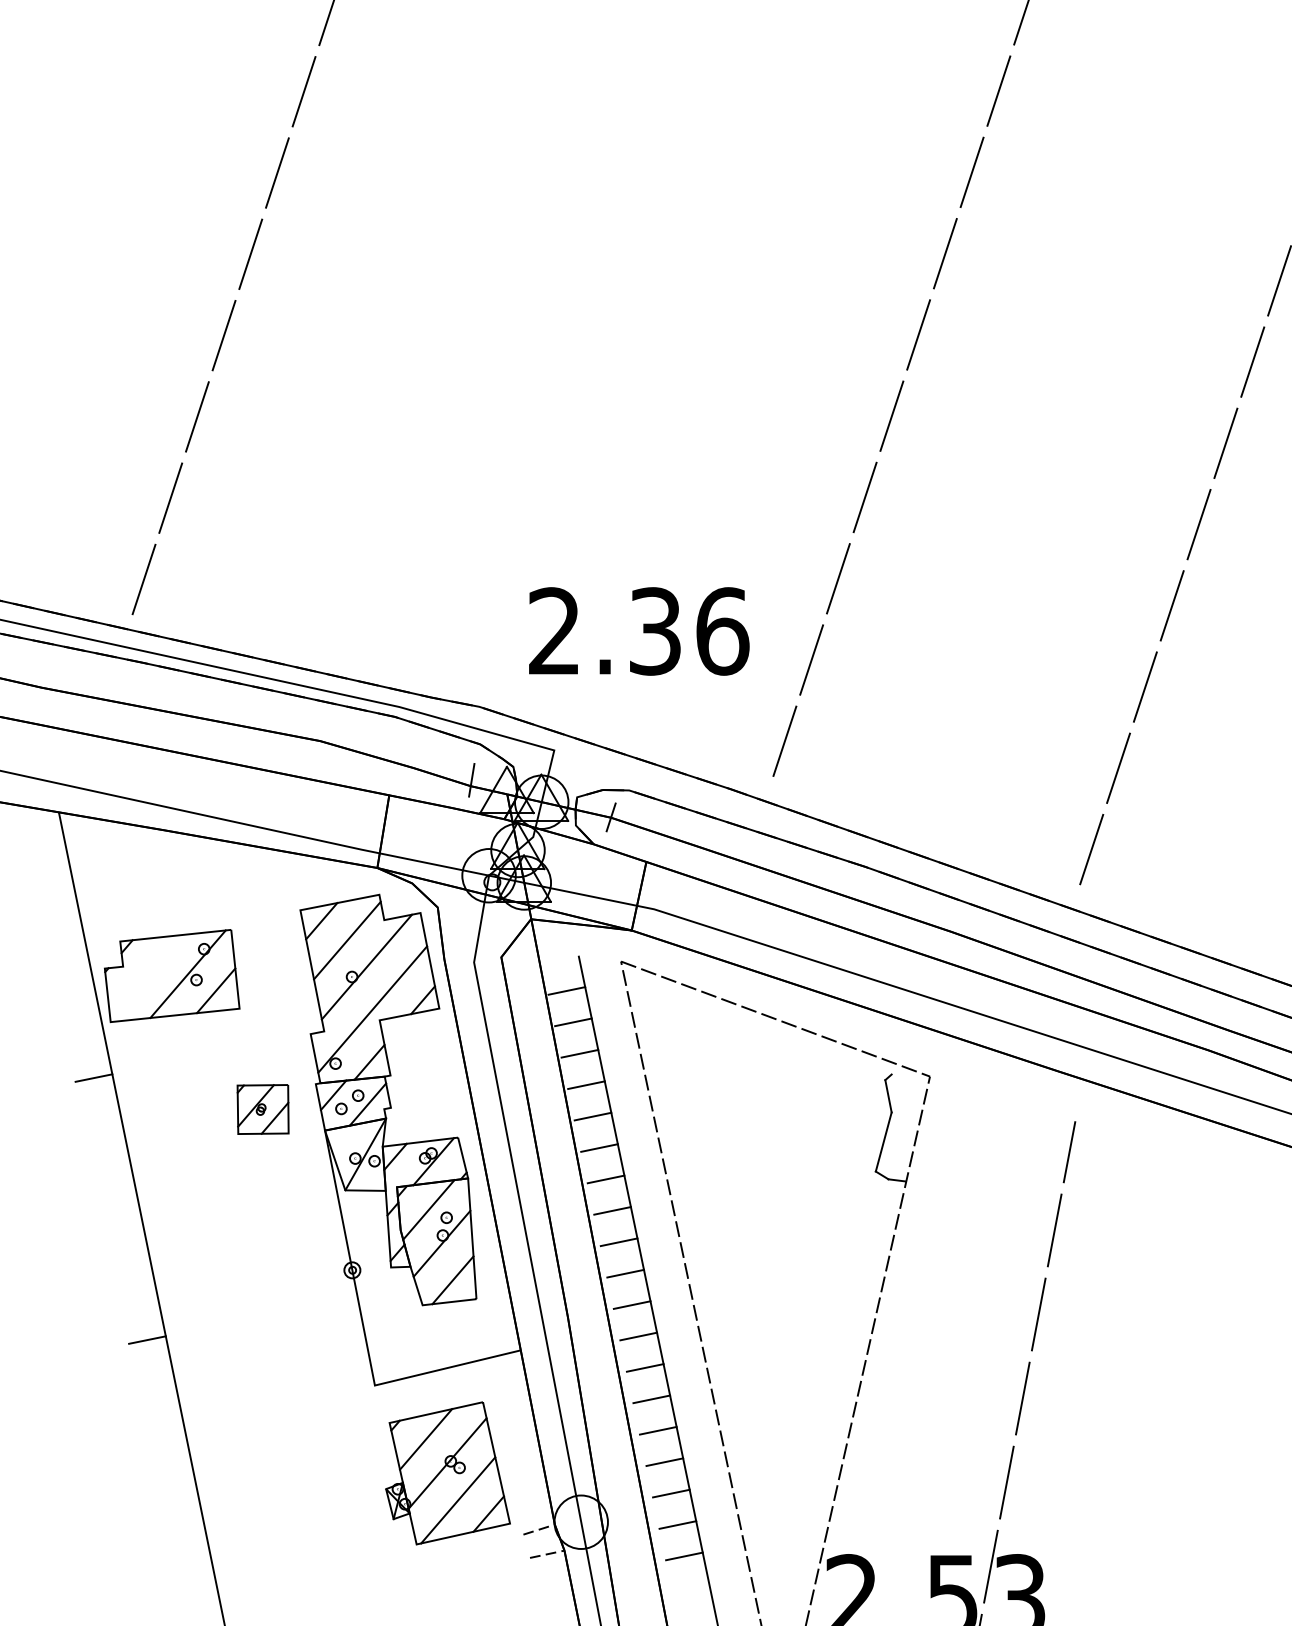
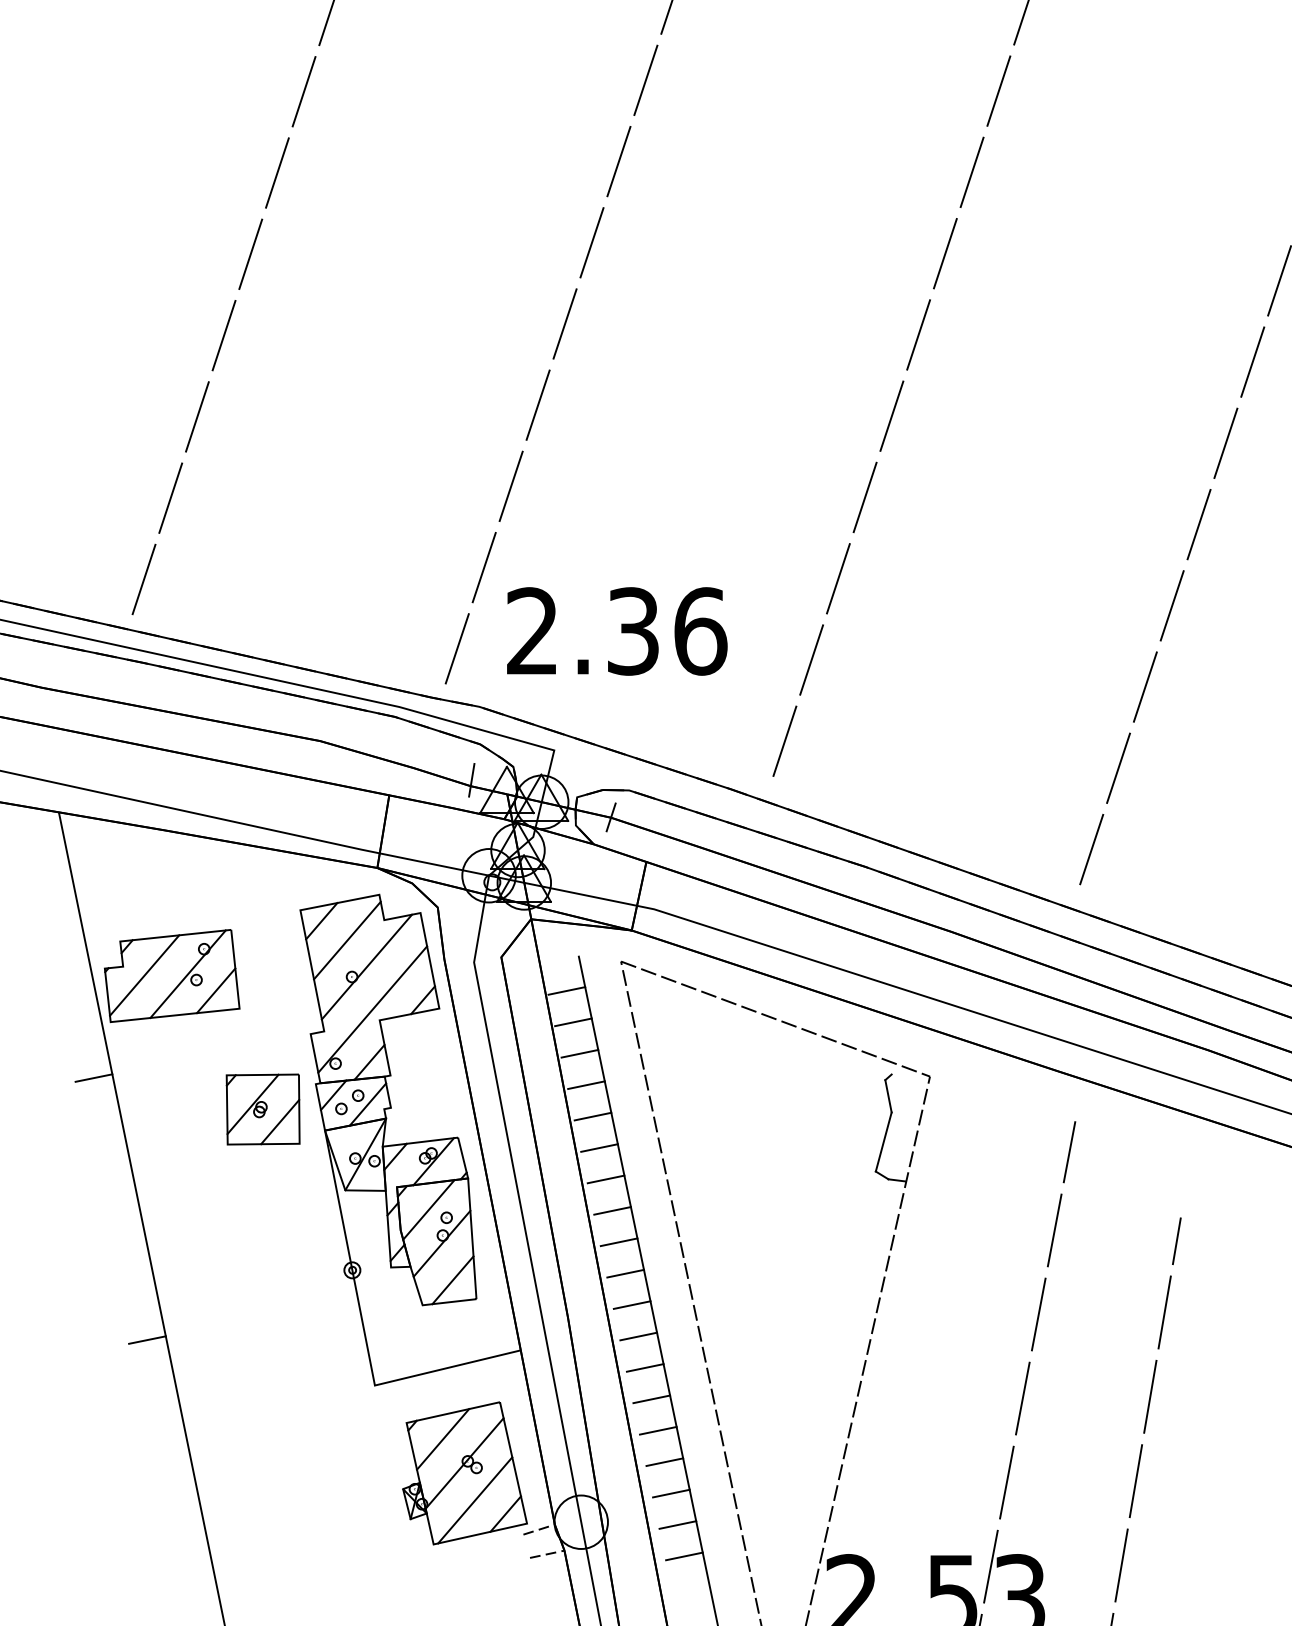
line at (558, 343): none -> present
text at (639, 631) position: (639, 631) -> (617, 631)
line at (144, 975): none -> present
part at (262, 1109) size: 54x51 px -> 76x73 px
line at (1145, 1419): none -> present
part at (447, 1473) position: (447, 1473) -> (464, 1473)
